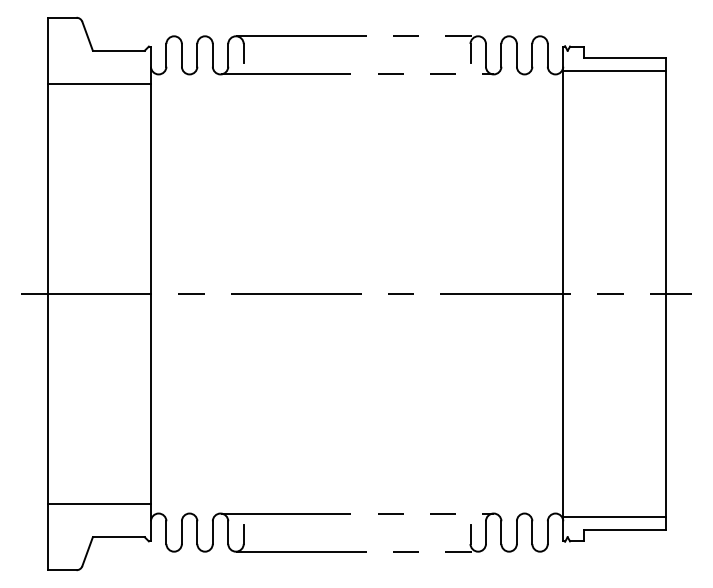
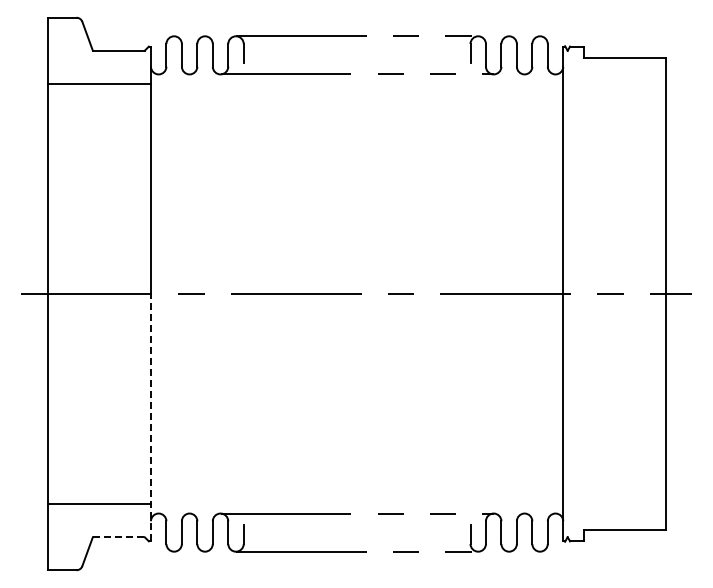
line at (614, 70): present -> none
line at (150, 417): solid -> dashed
line at (614, 517): present -> none
line at (118, 537): solid -> dashed
